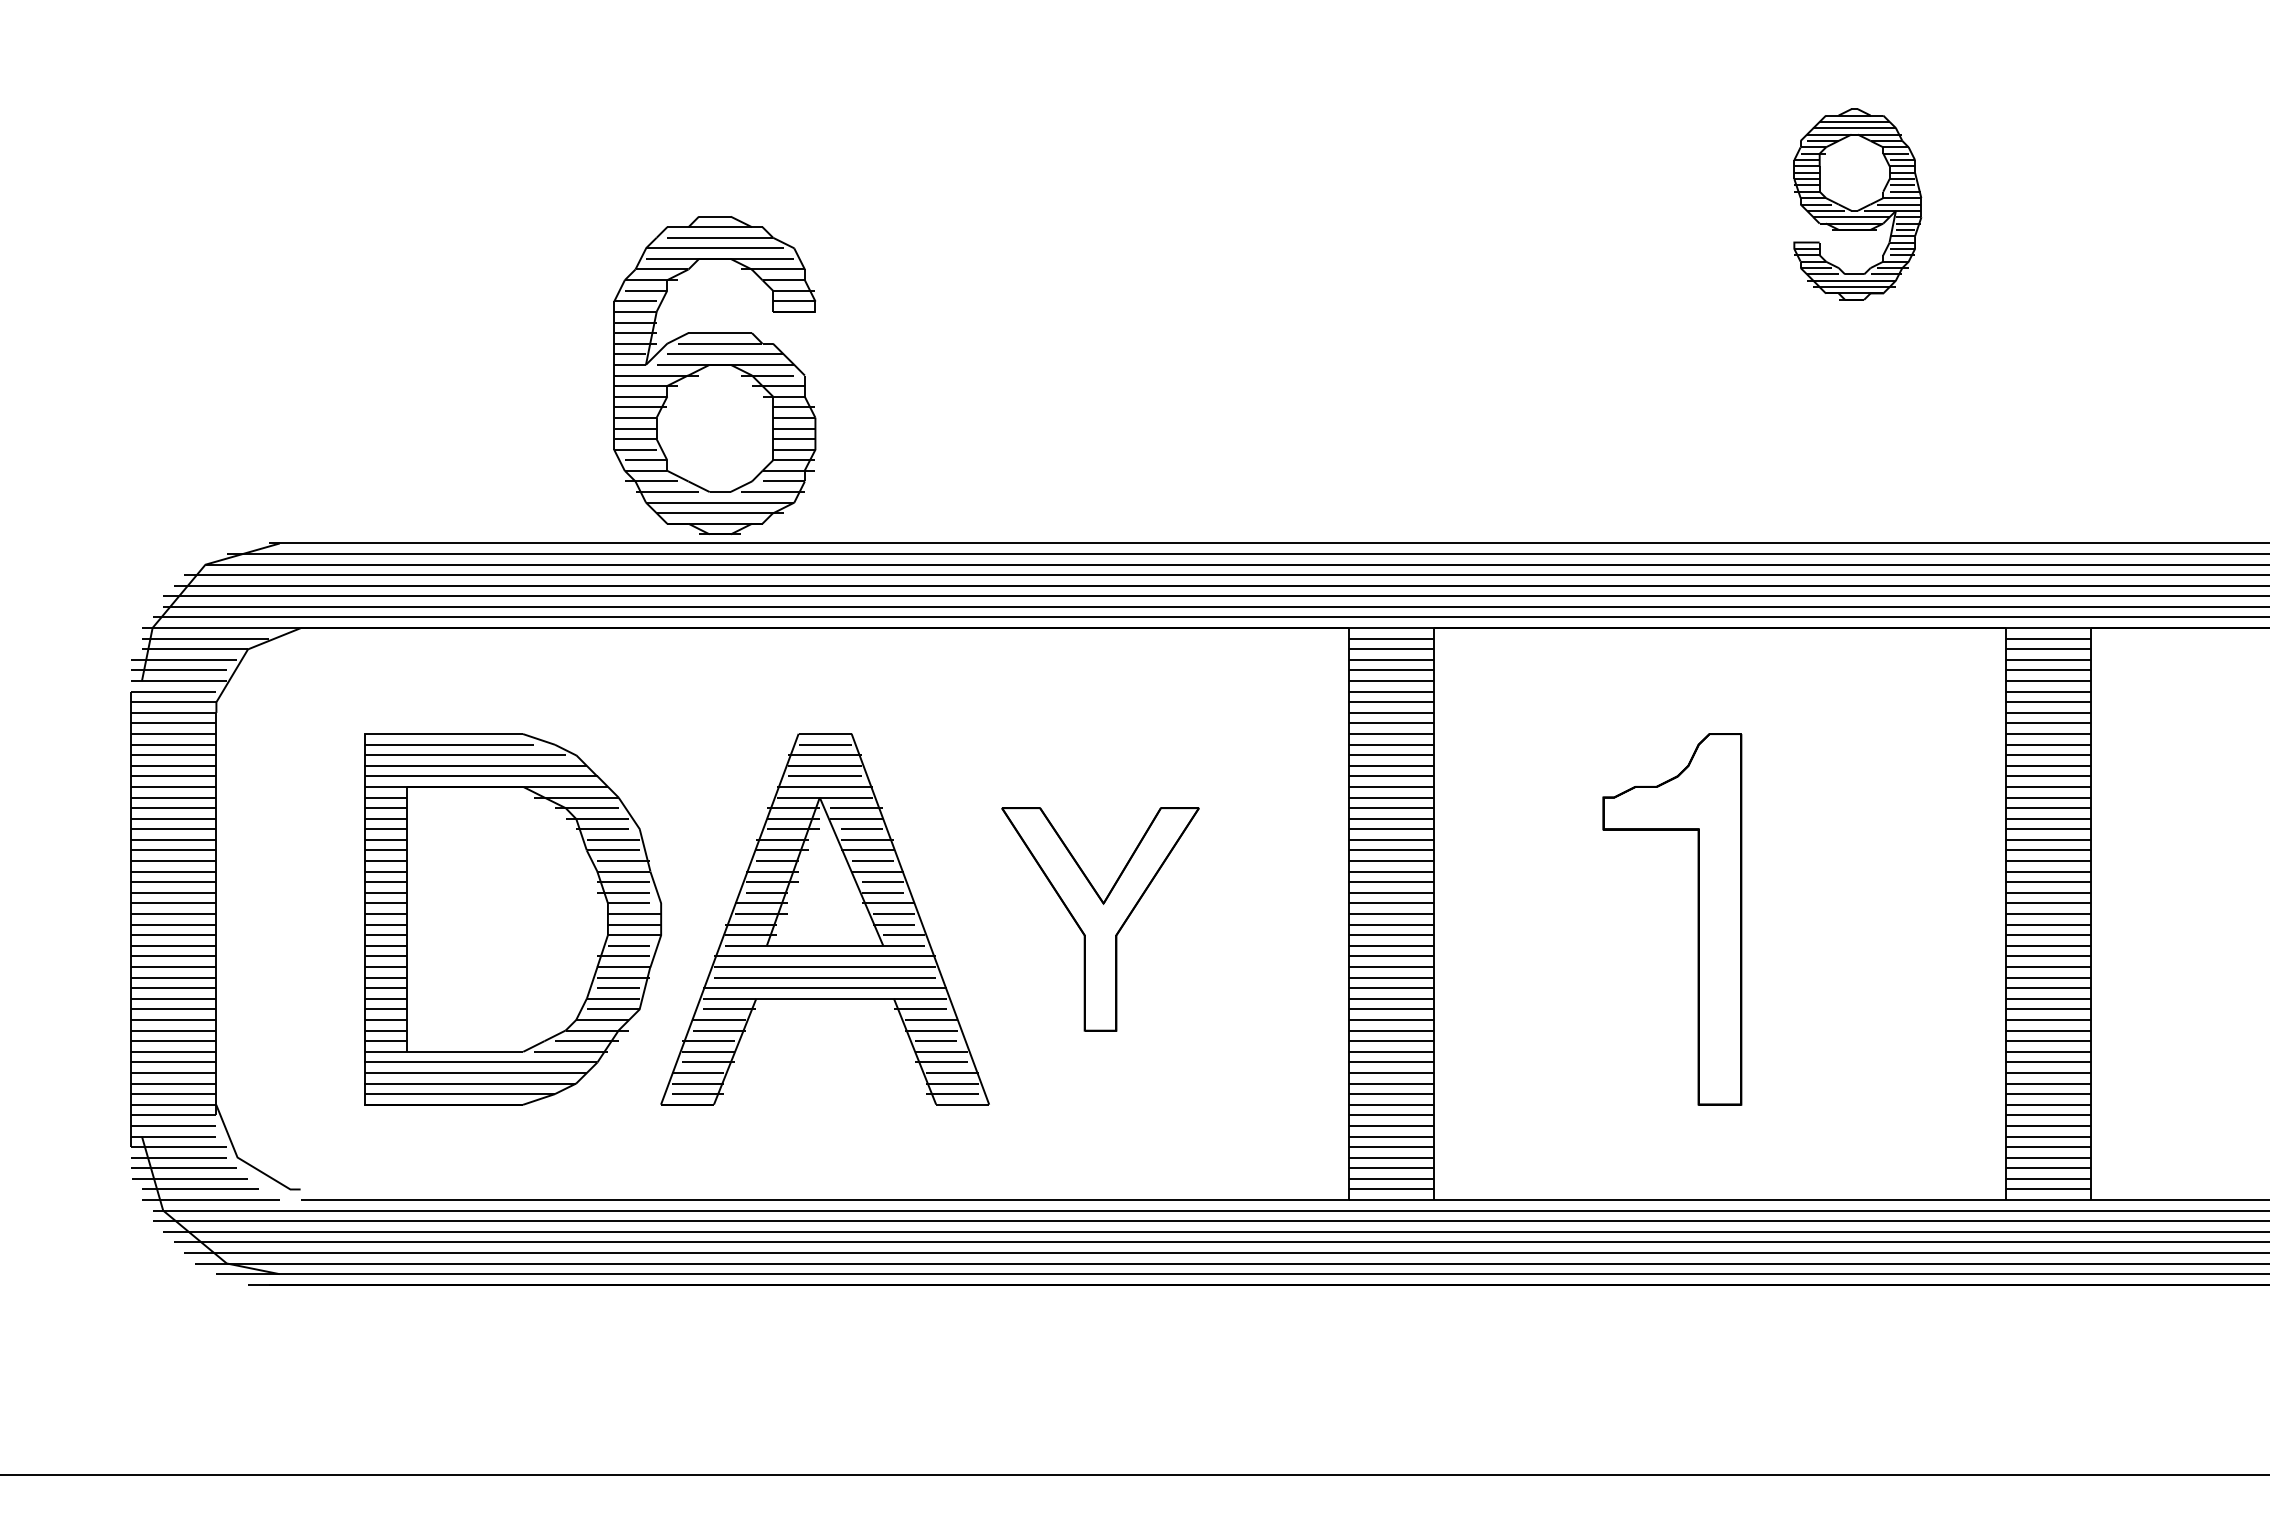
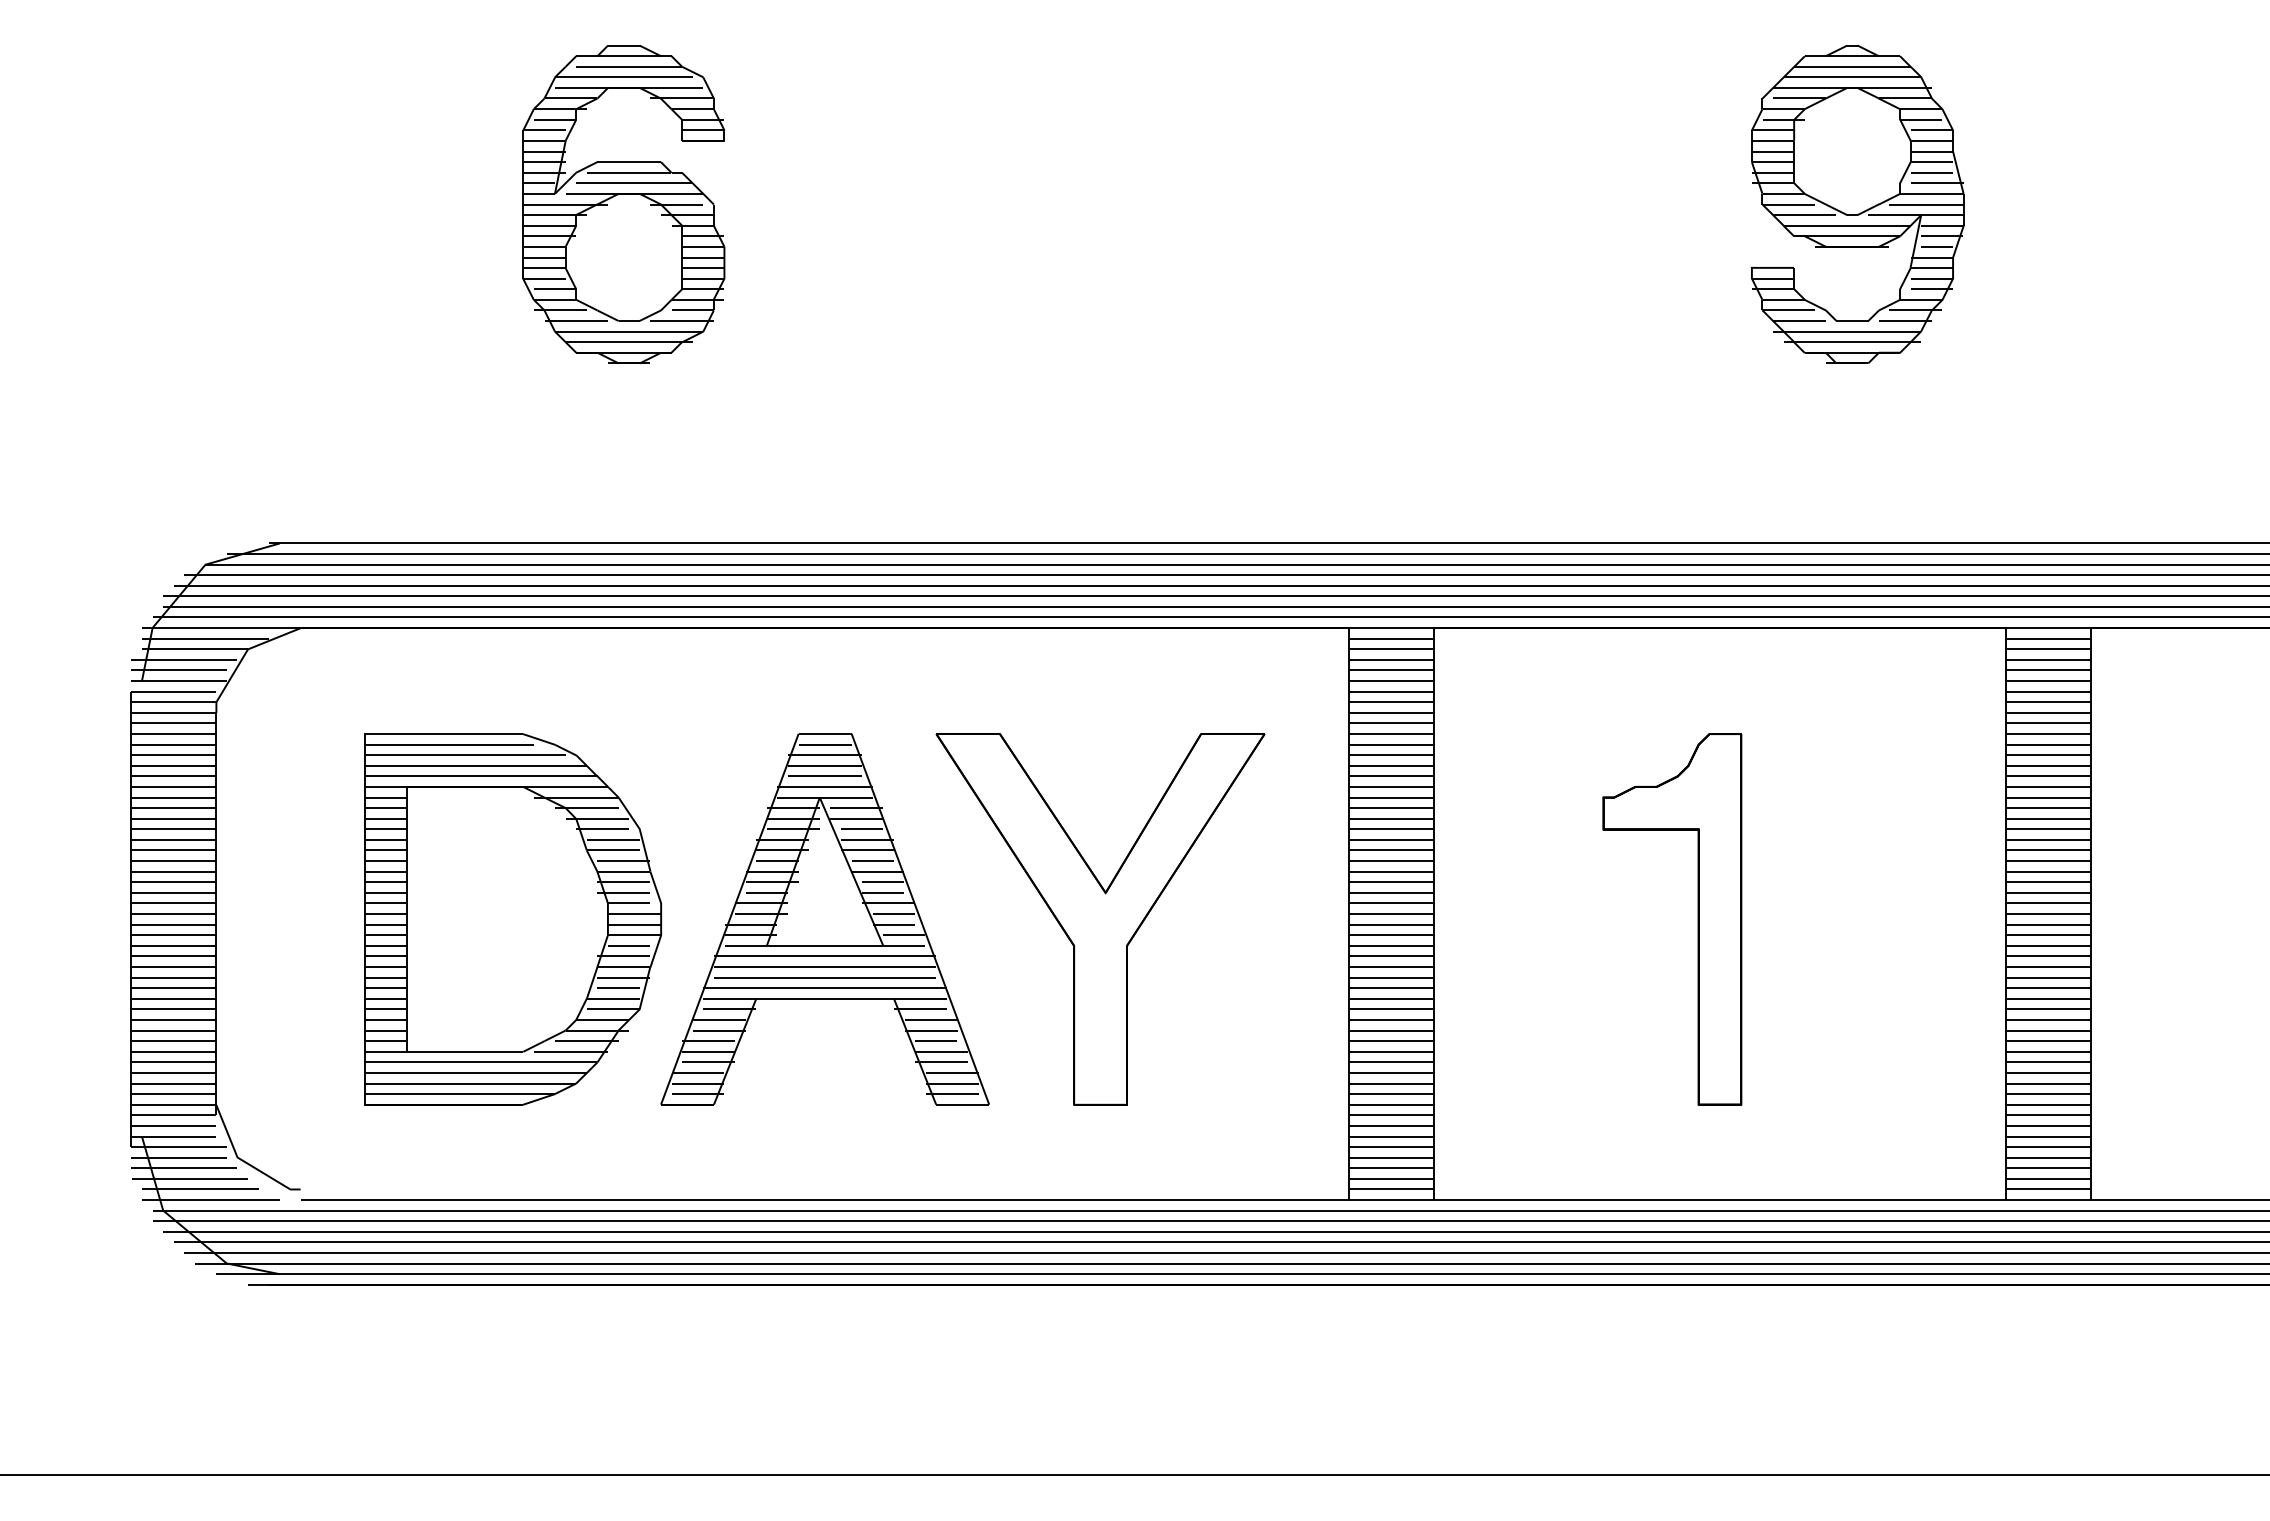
part at (1857, 204) size: 130x193 px -> 214x319 px
part at (714, 375) position: (714, 375) -> (623, 204)
part at (1100, 919) size: 199x225 px -> 331x373 px
